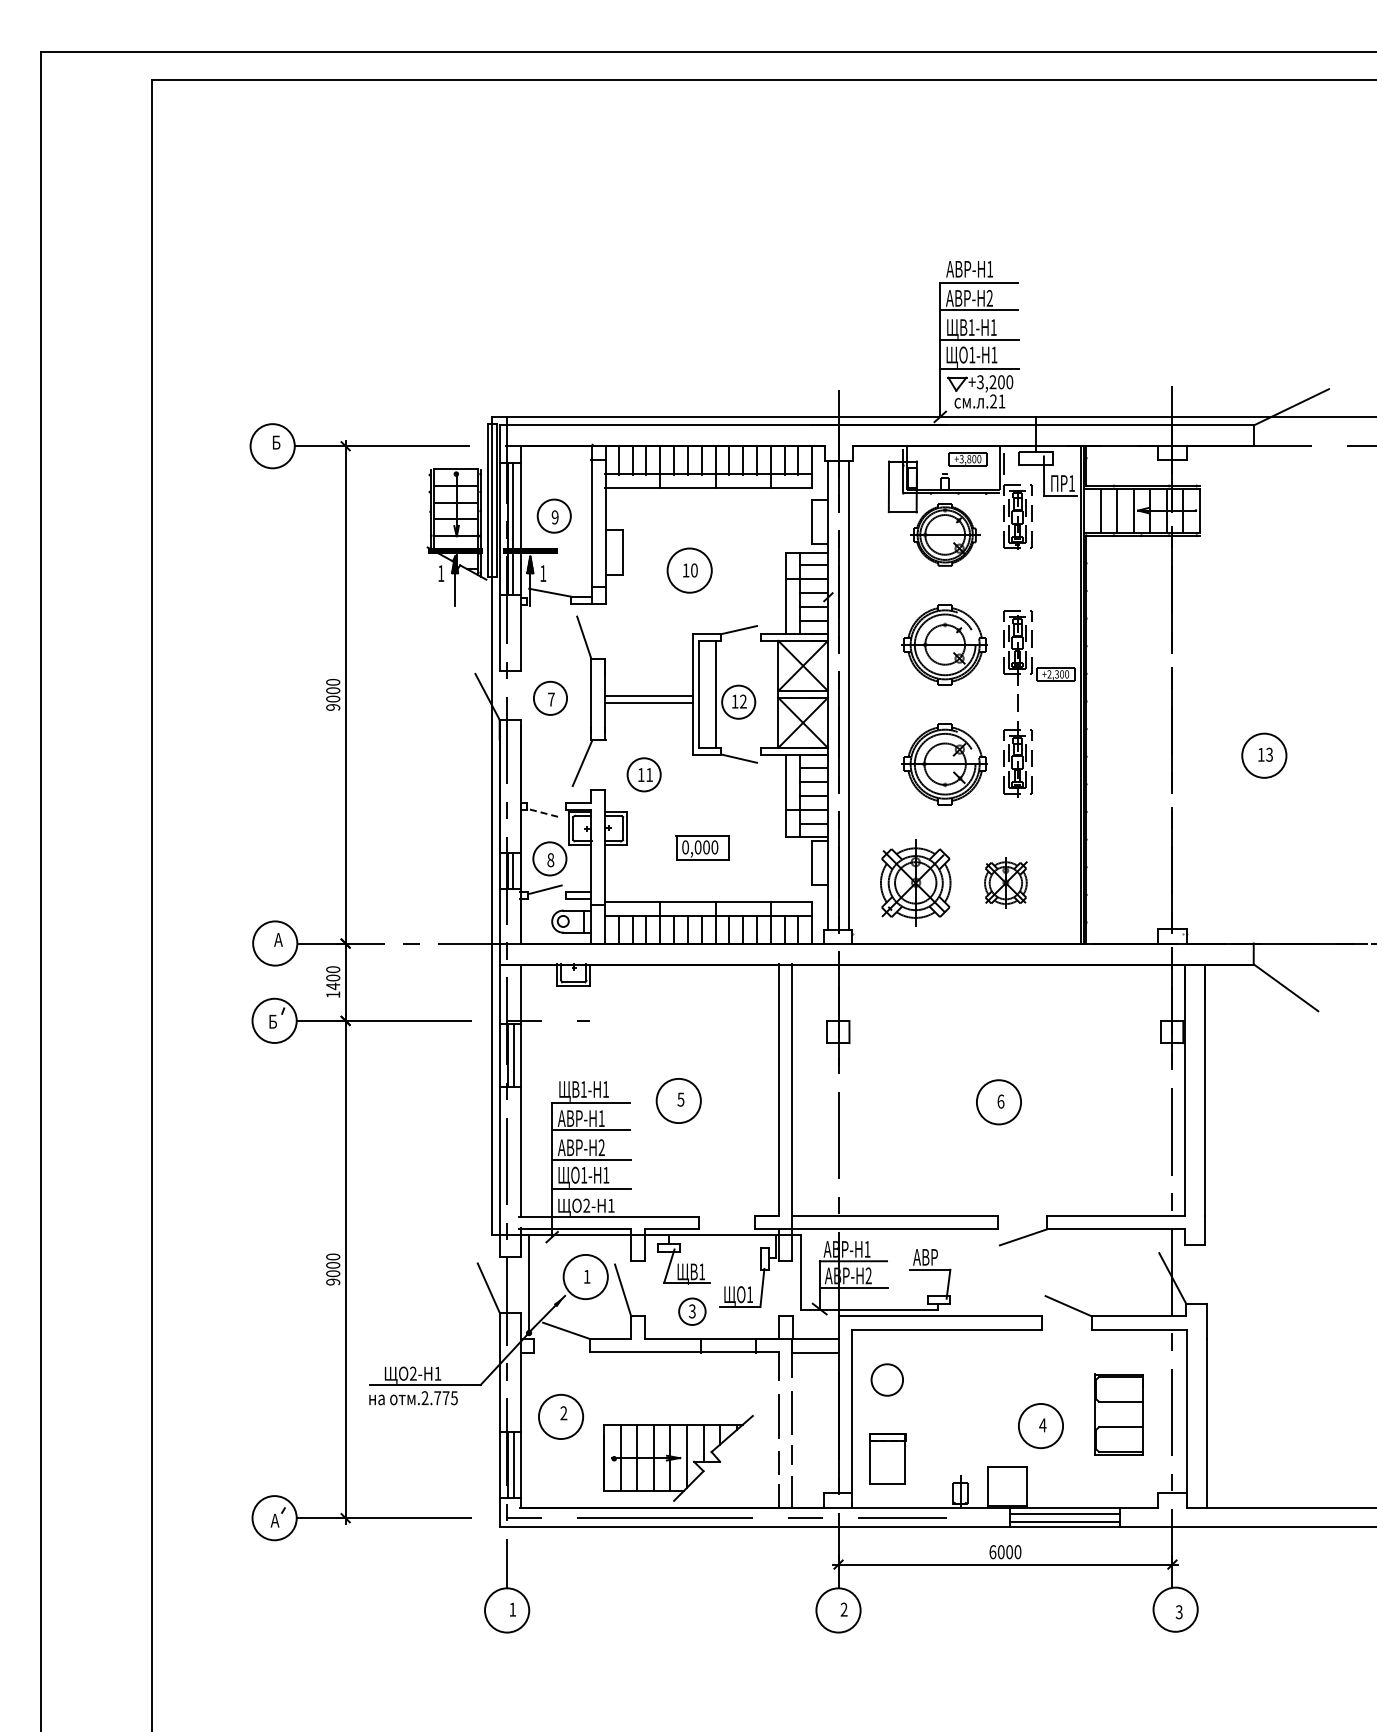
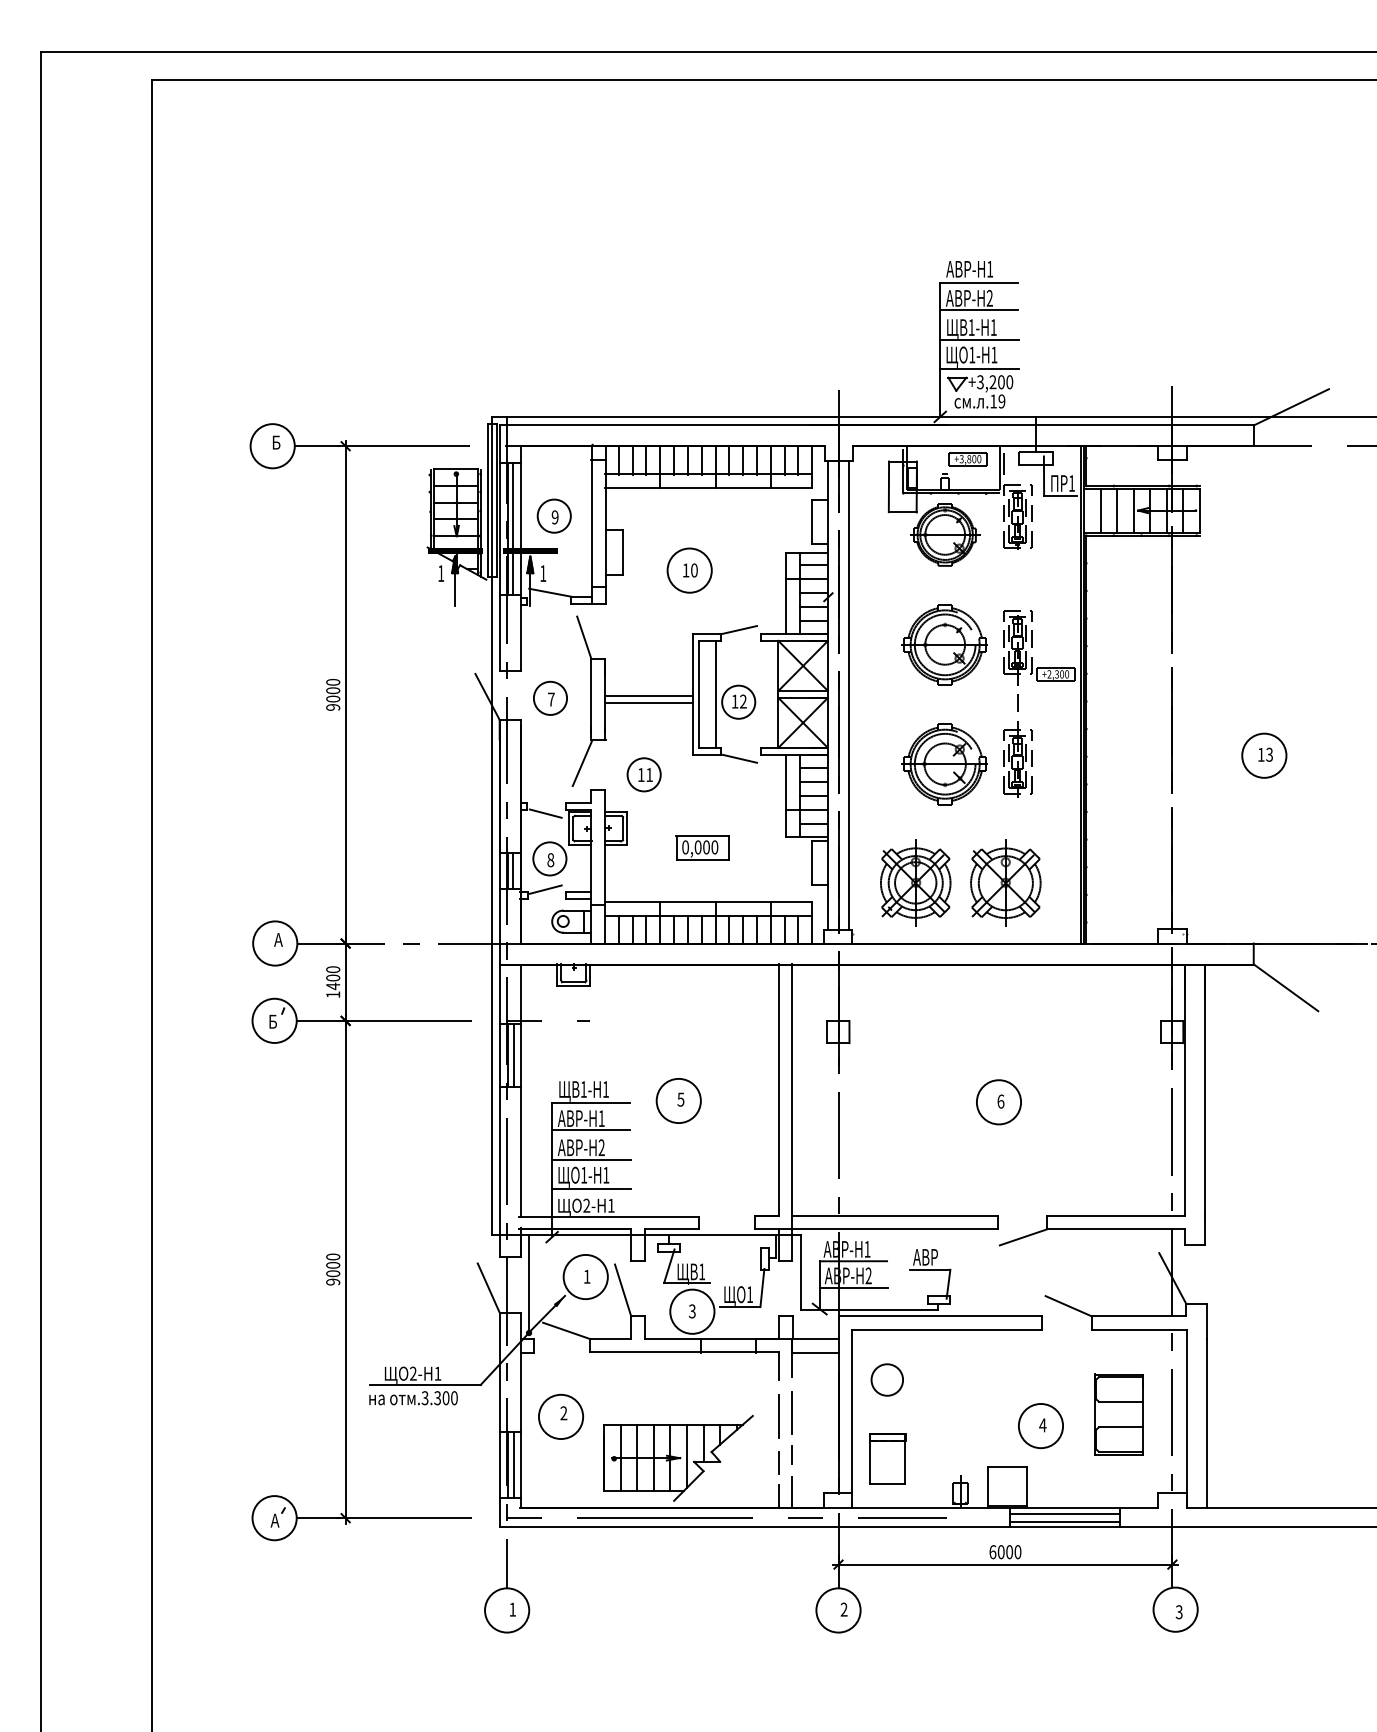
text at (997, 401): .21 -> .19
line at (546, 813): dashed -> solid
part at (1005, 882) size: 44x52 px -> 72x88 px
circle at (692, 1311) diameter: 27 px -> 44 px
text at (439, 1398): .2.775 -> .3.300
